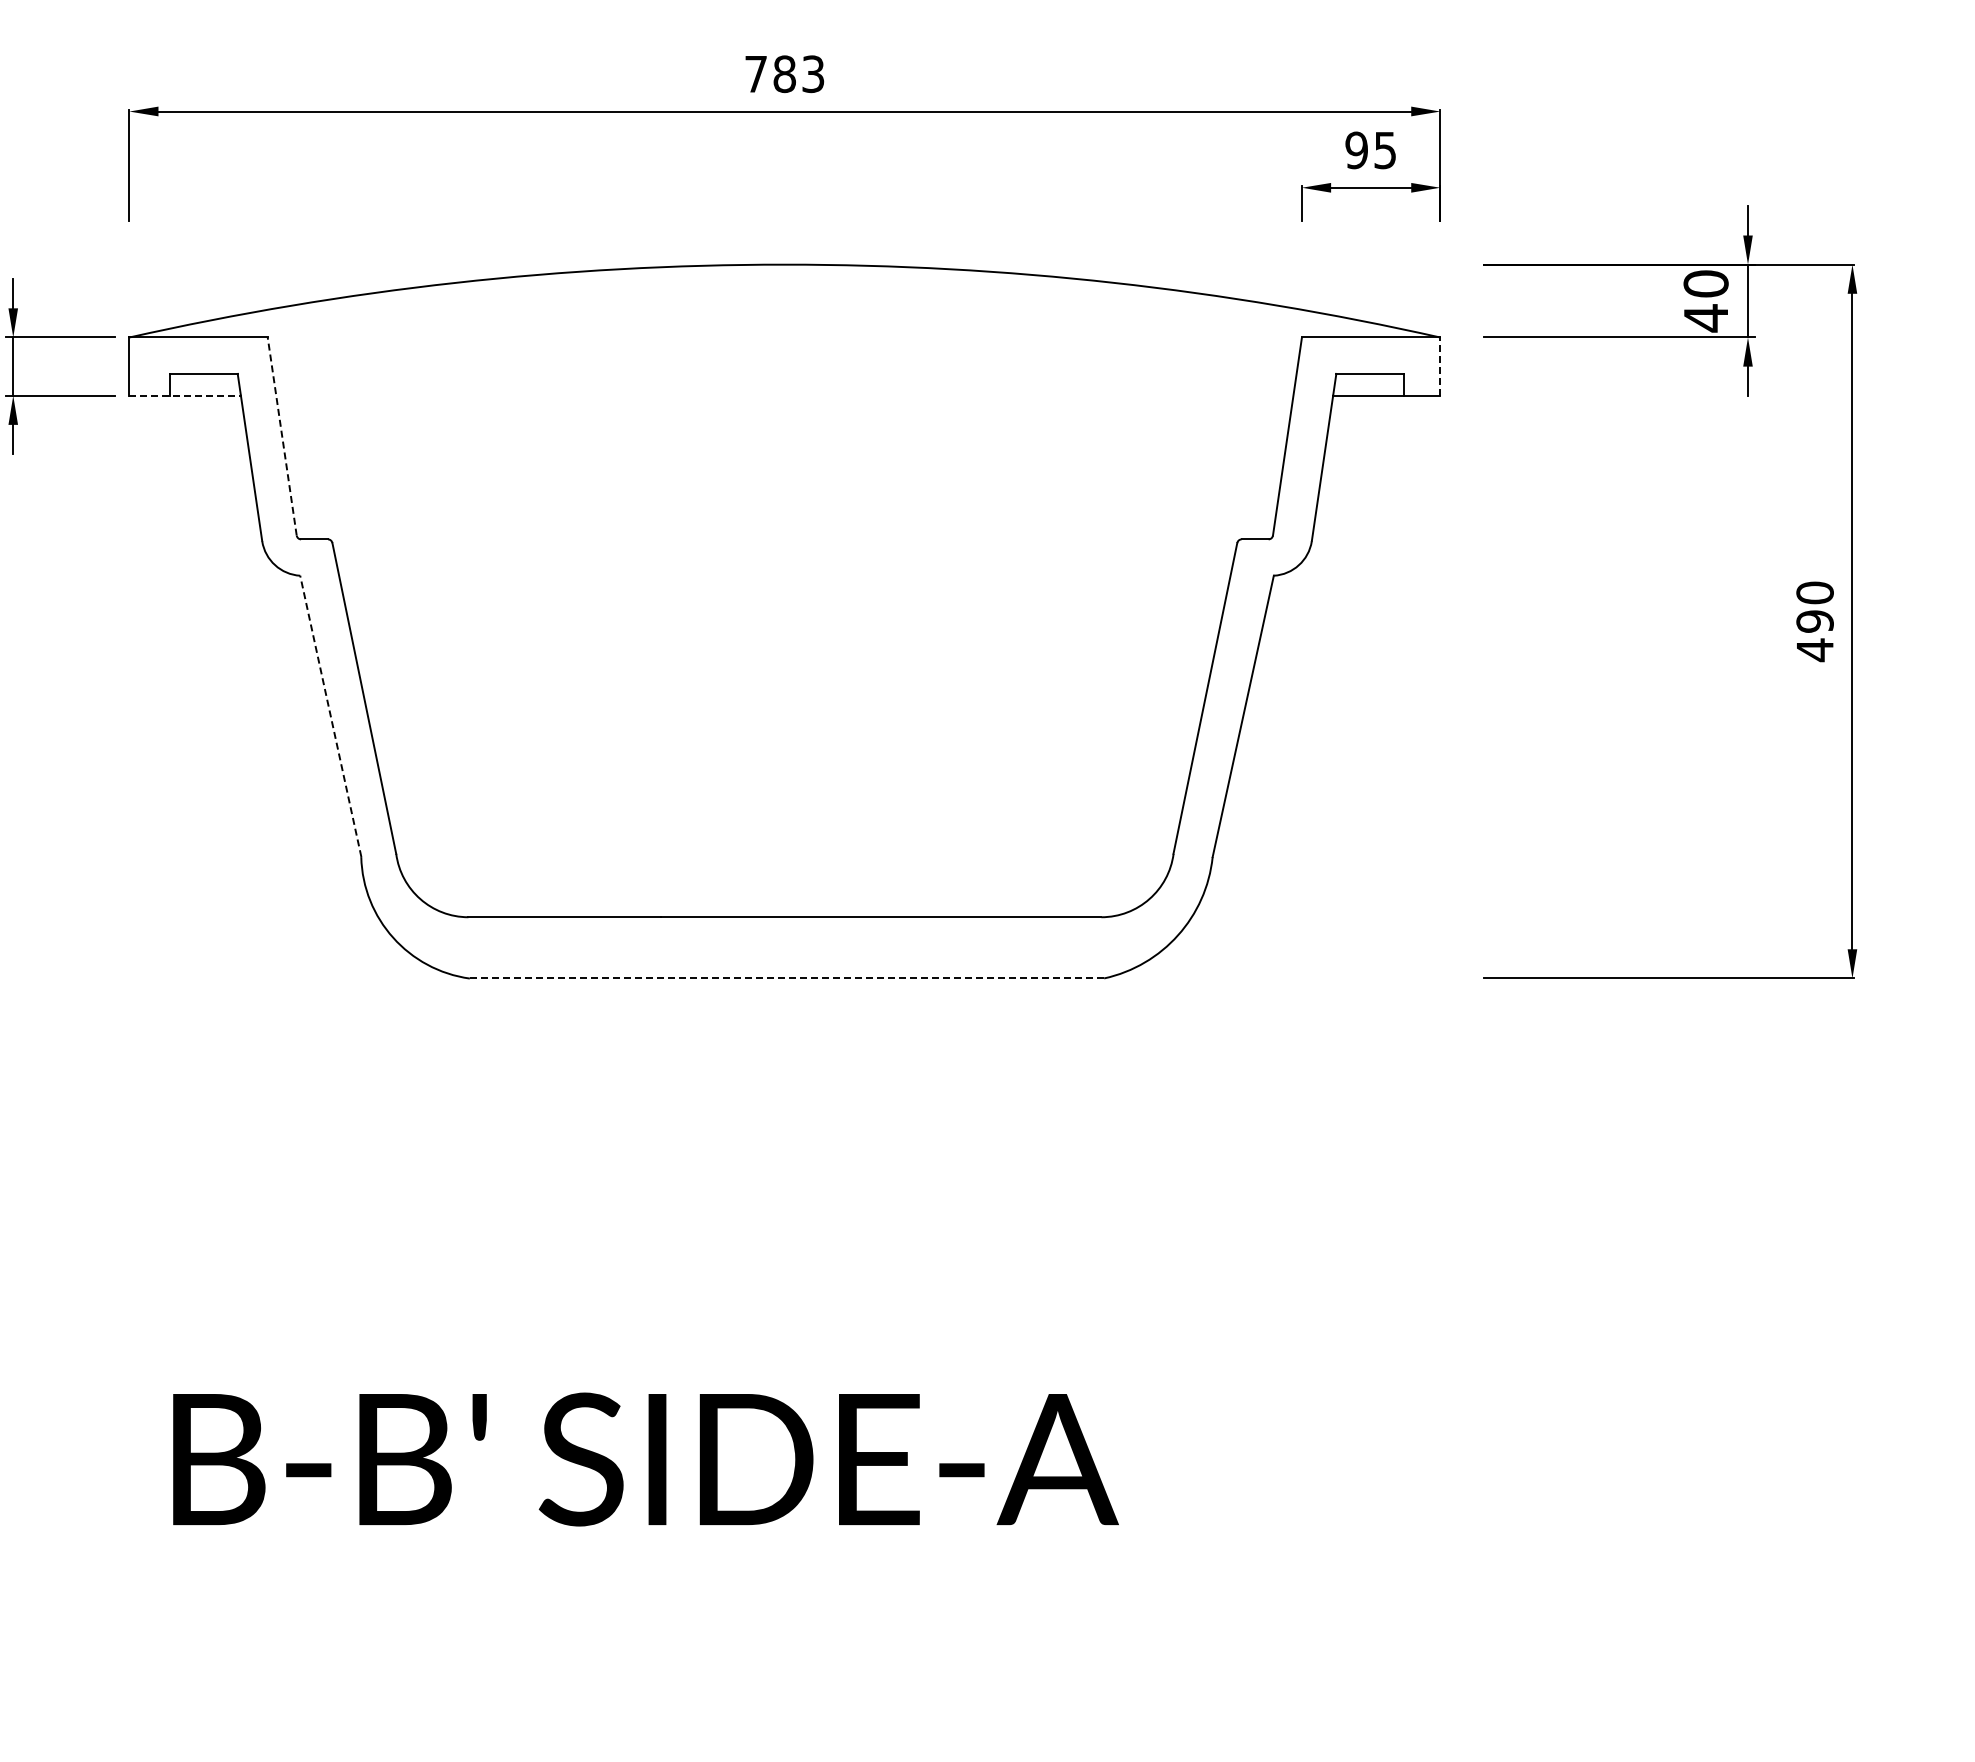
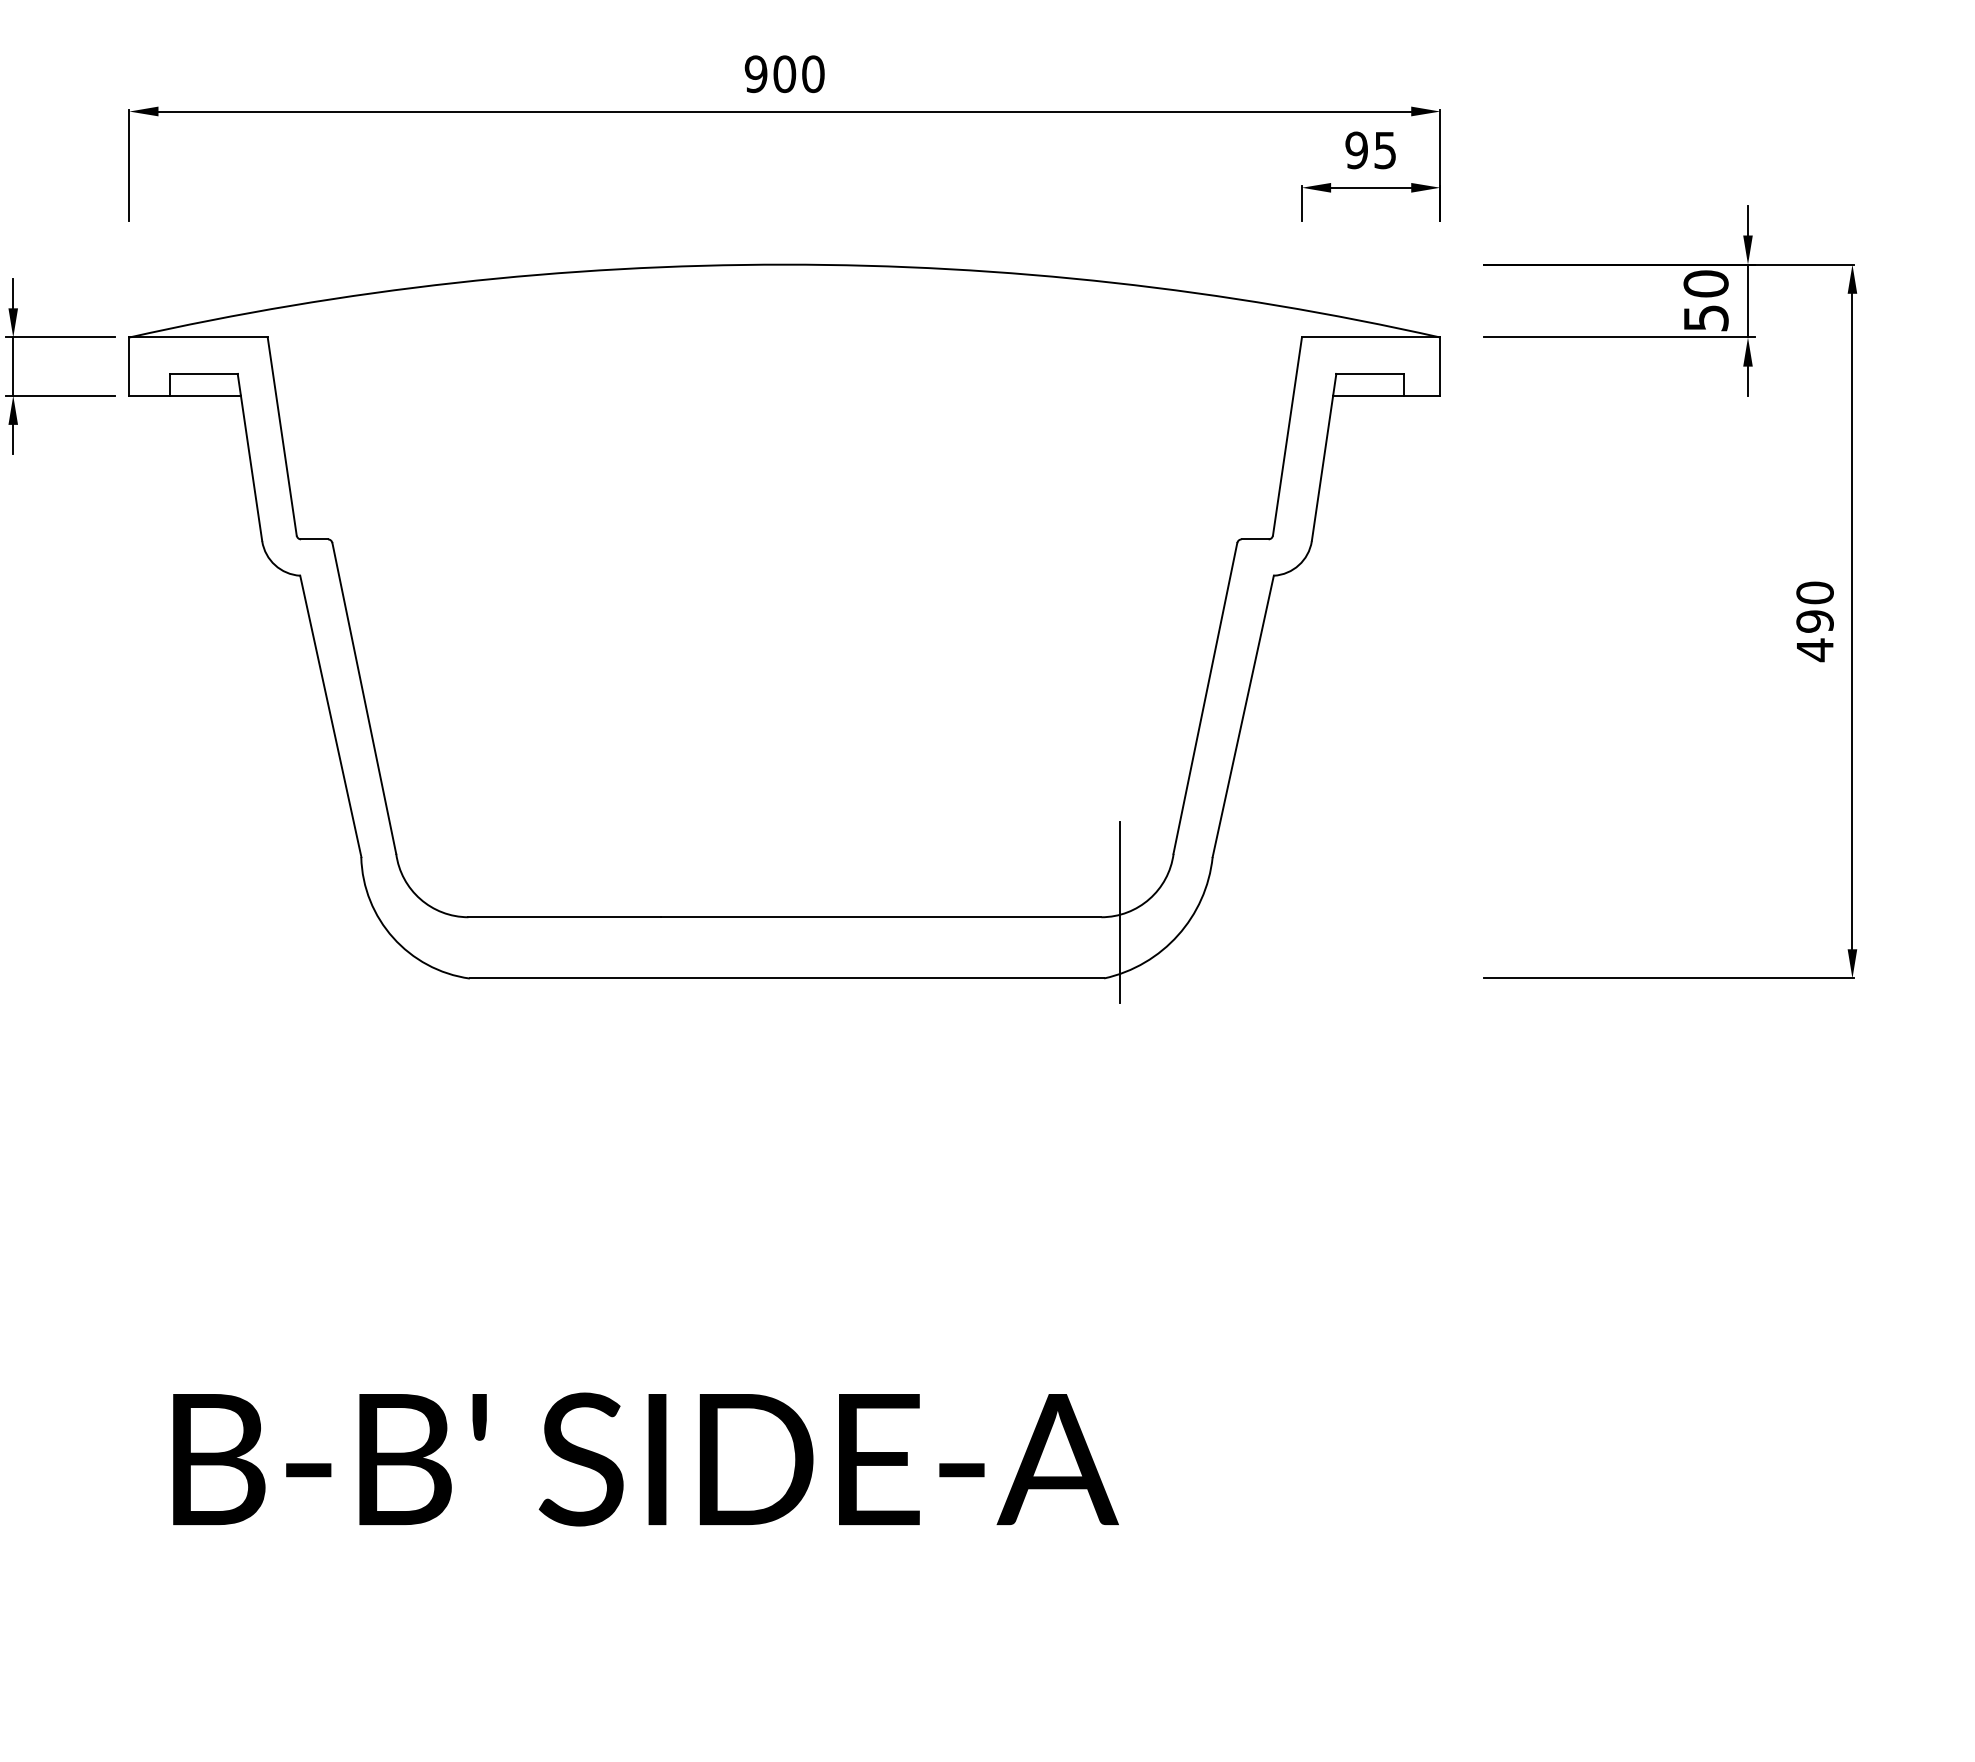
text at (784, 74): 783 -> 900
text at (1706, 318): 40 -> 50
line at (1440, 366): dashed -> solid
line at (185, 395): dashed -> solid
line at (282, 436): dashed -> solid
line at (330, 715): dashed -> solid
line at (1119, 912): none -> present
line at (787, 978): dashed -> solid
